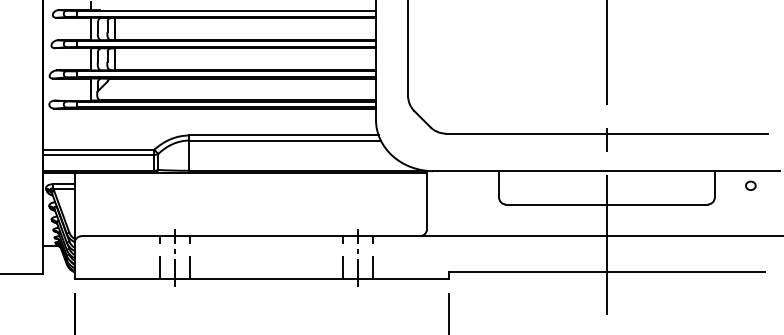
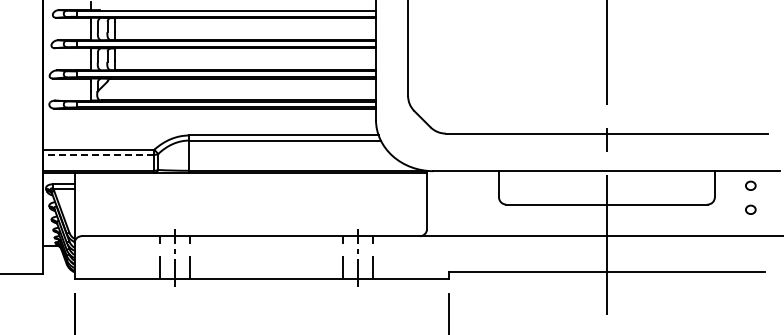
line at (98, 154): solid -> dashed
part at (750, 209): none -> present
